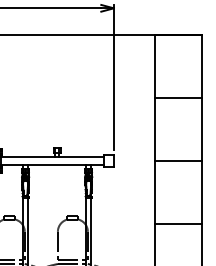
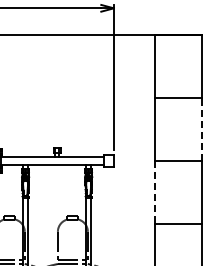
line at (202, 129): solid -> dashed
line at (154, 192): solid -> dashed
